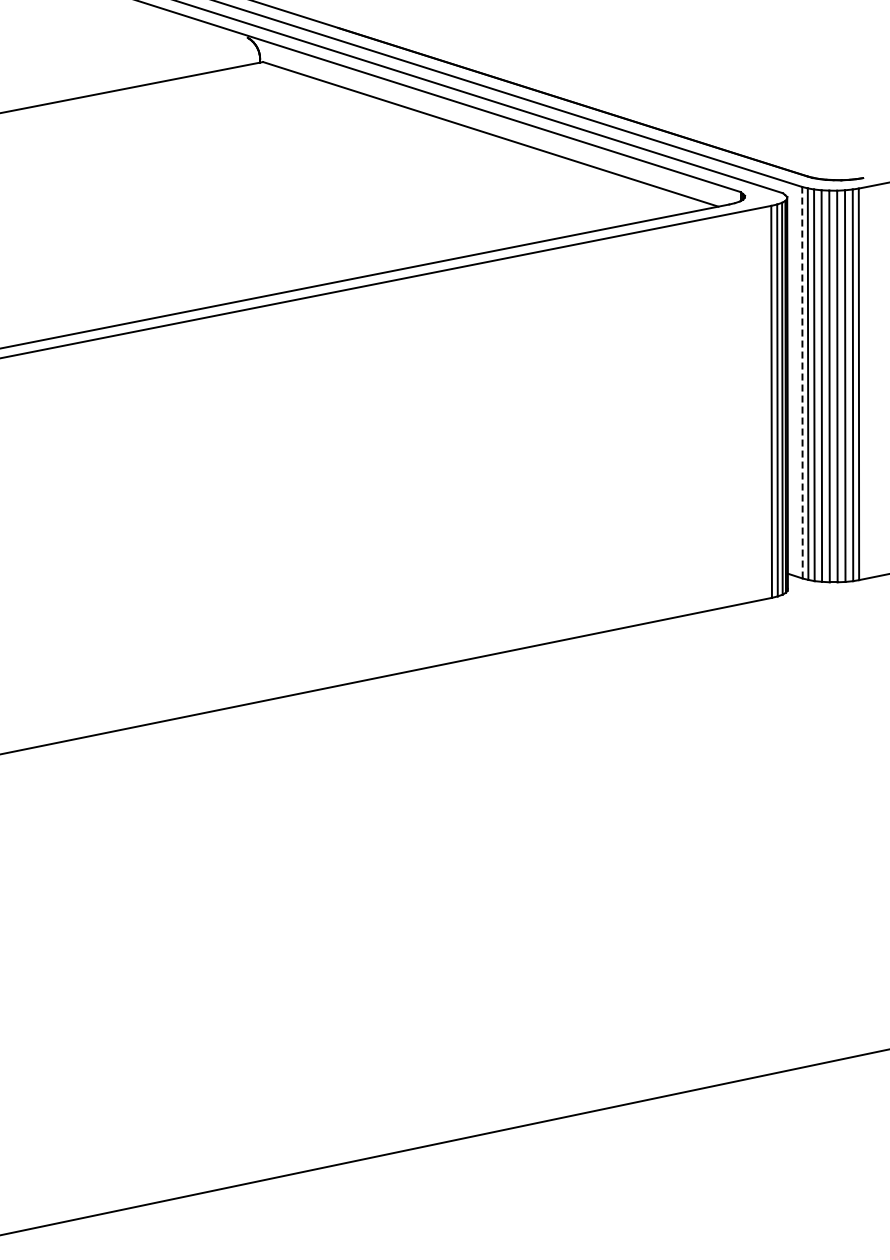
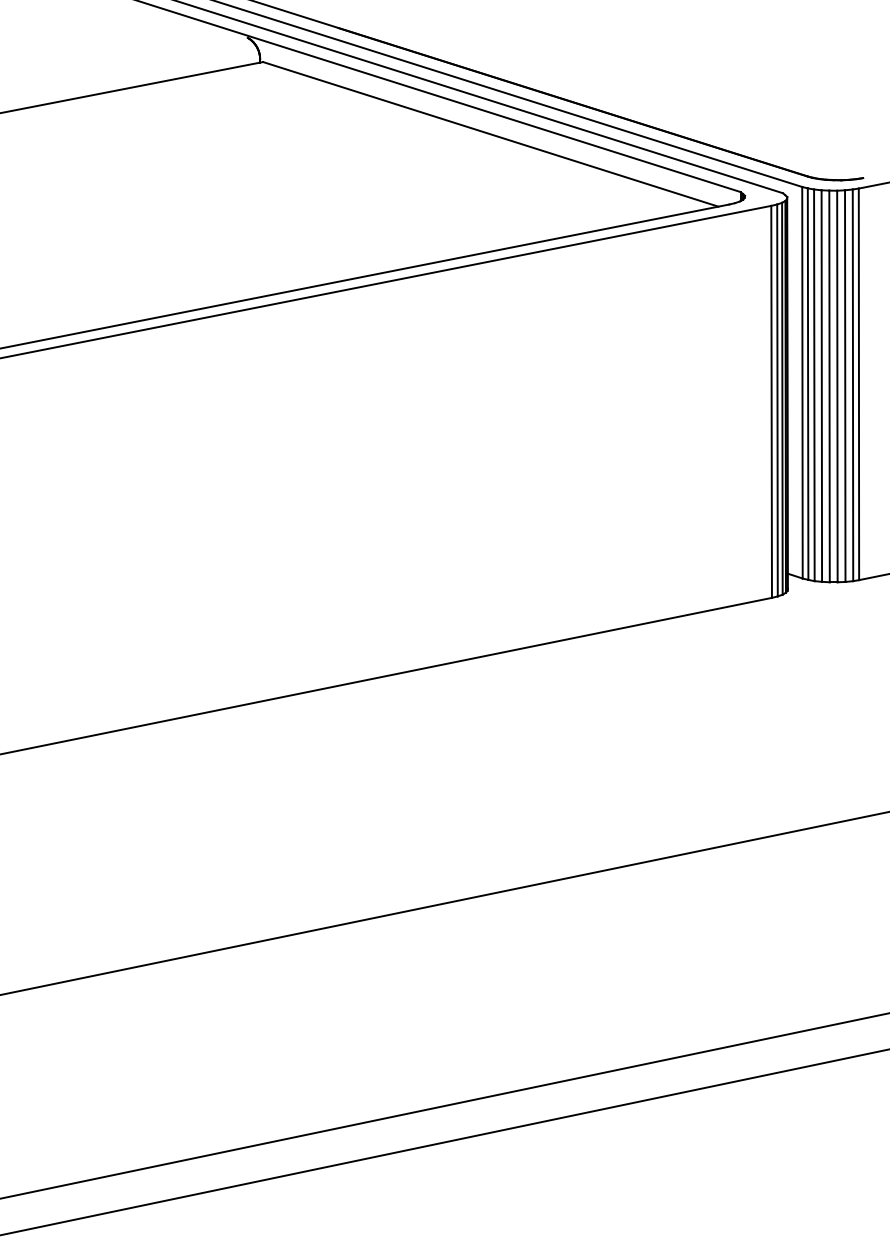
line at (802, 382): dashed -> solid
line at (444, 903): none -> present
line at (444, 1105): none -> present
